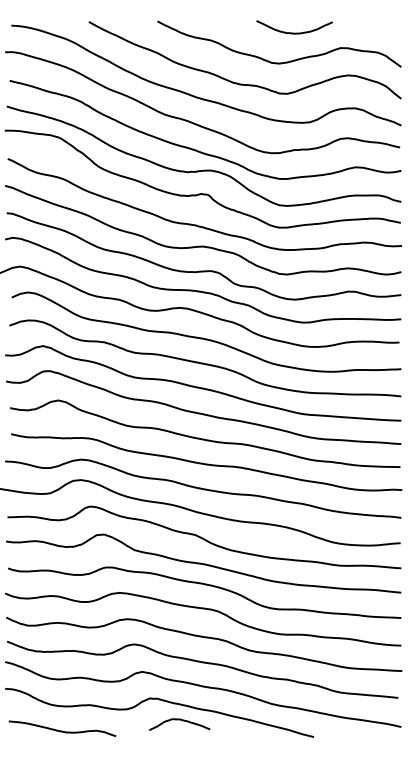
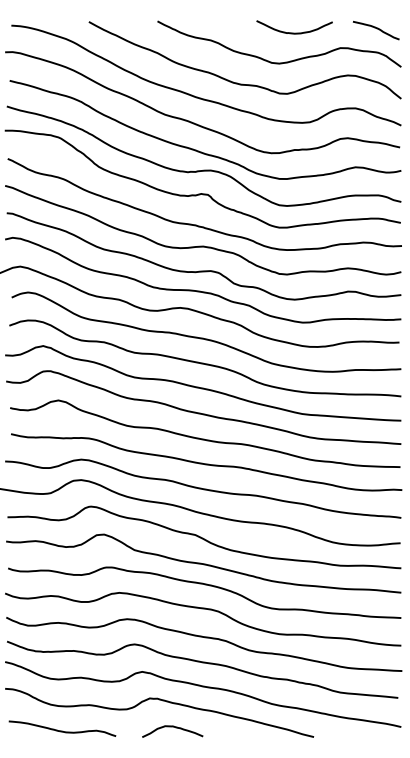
curve at (376, 29): none -> present
curve at (179, 720) position: (179, 720) -> (172, 727)
